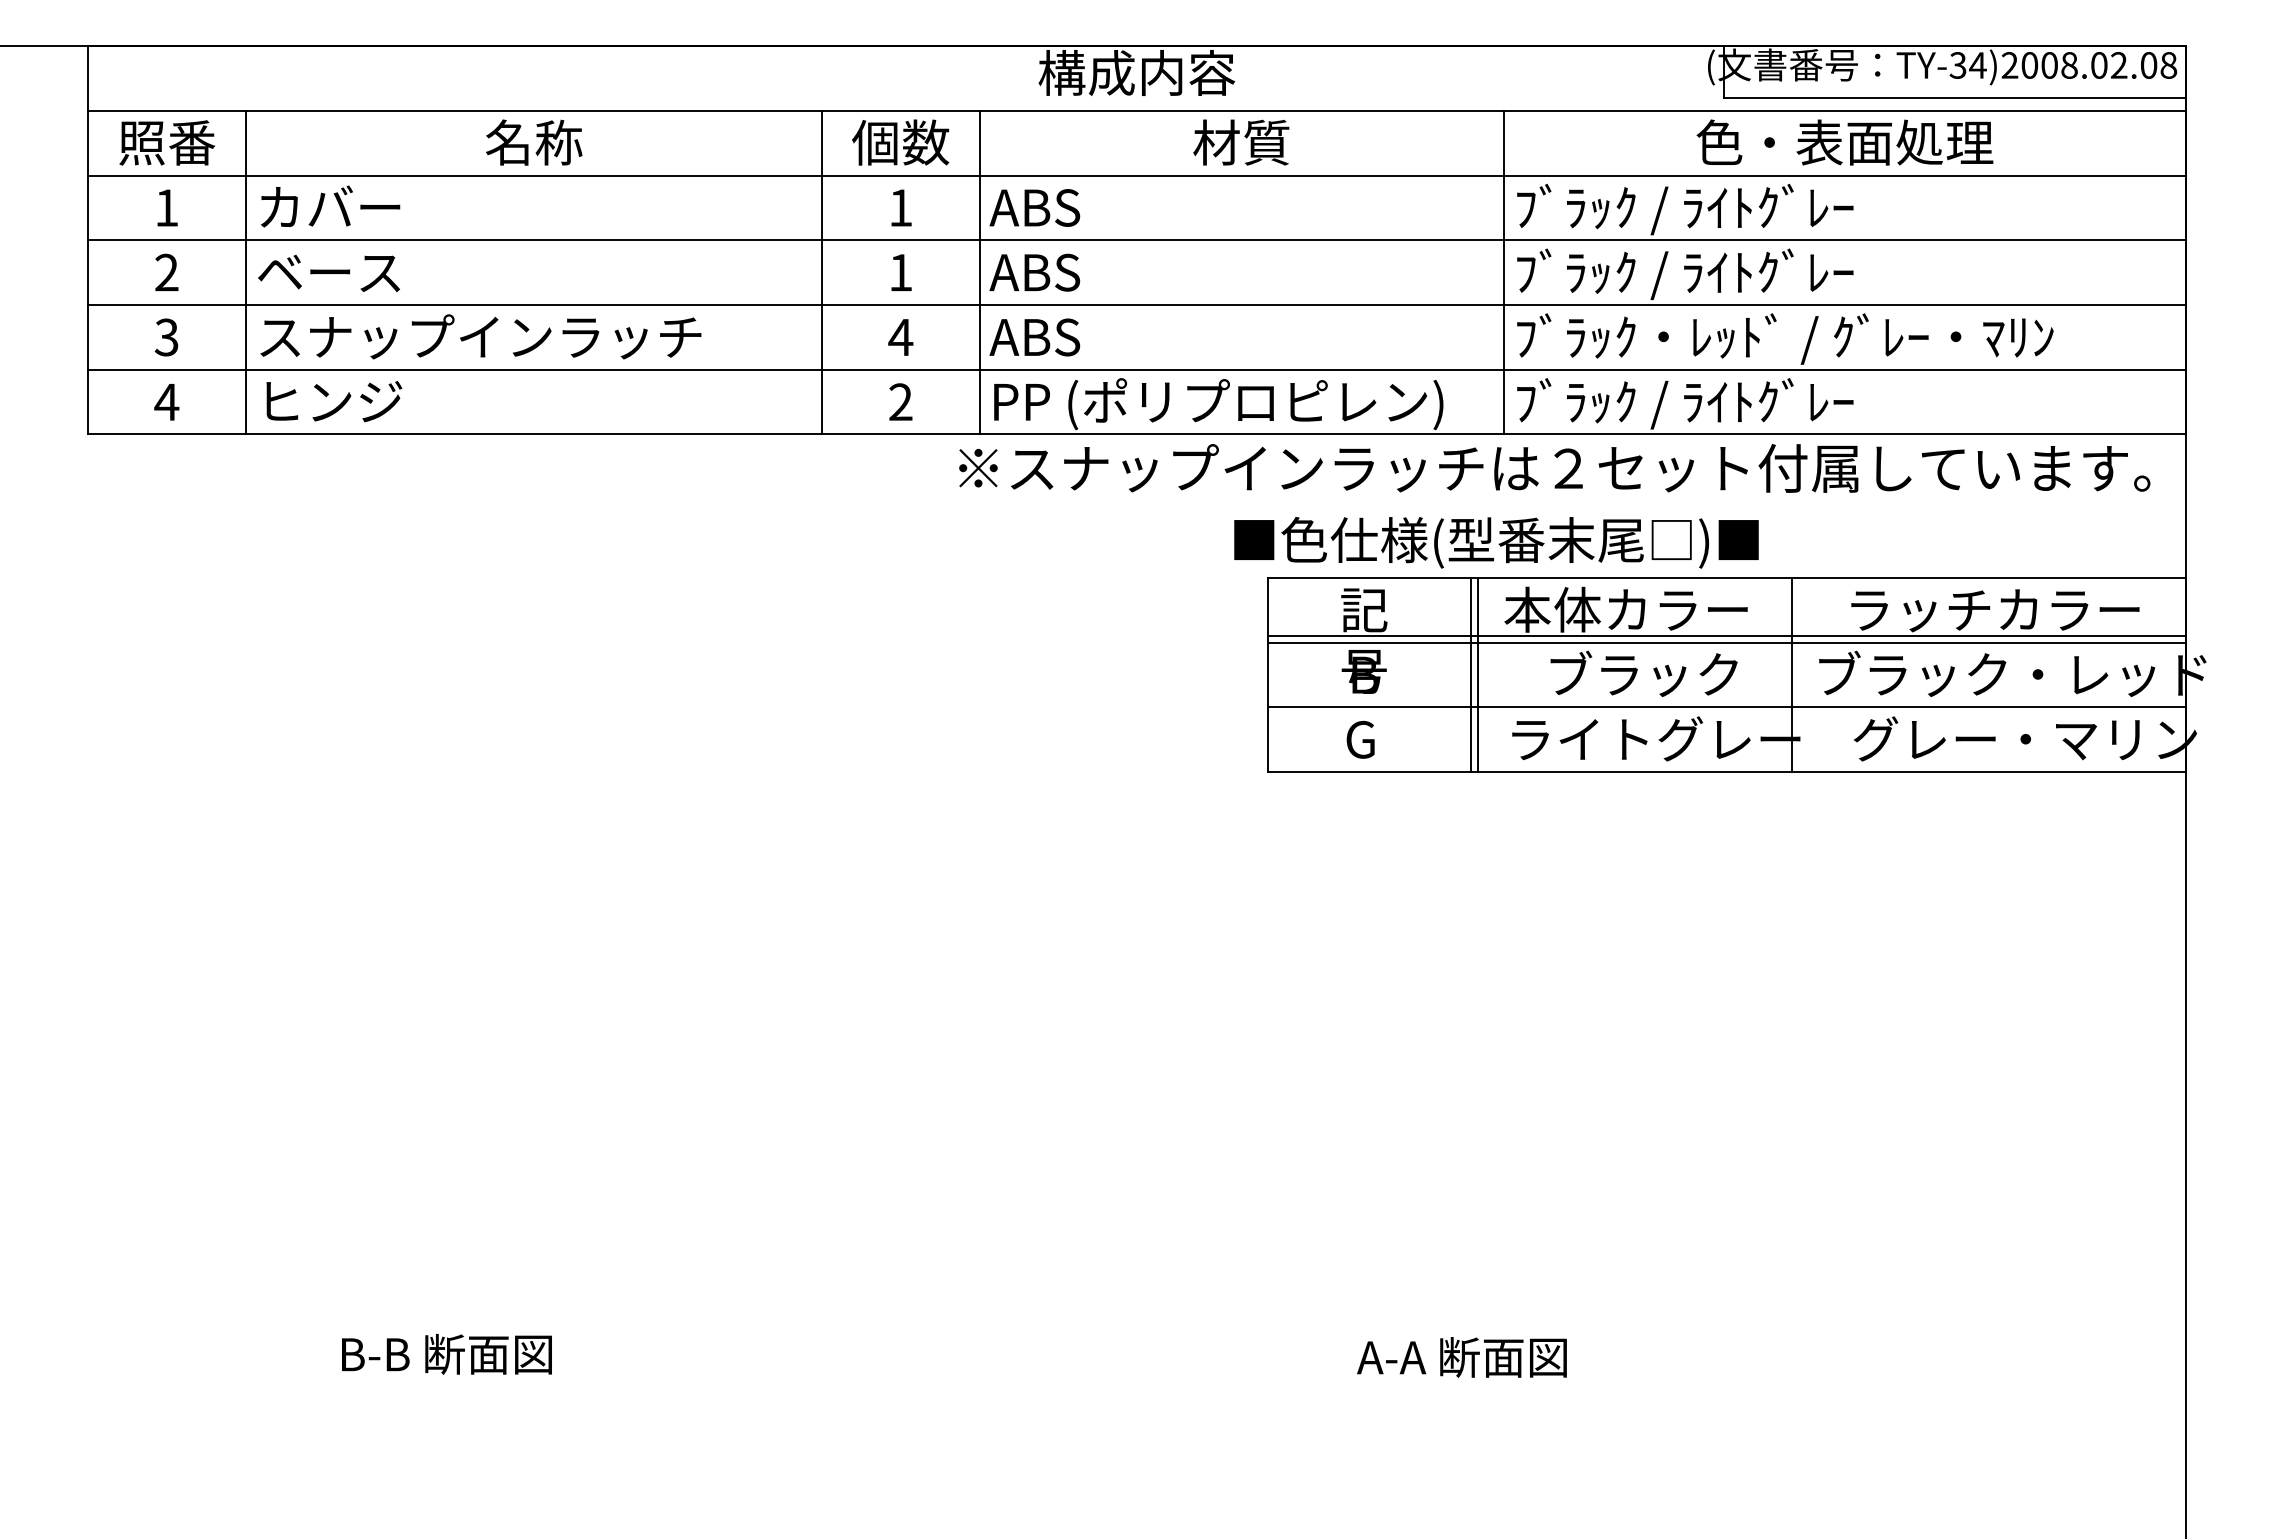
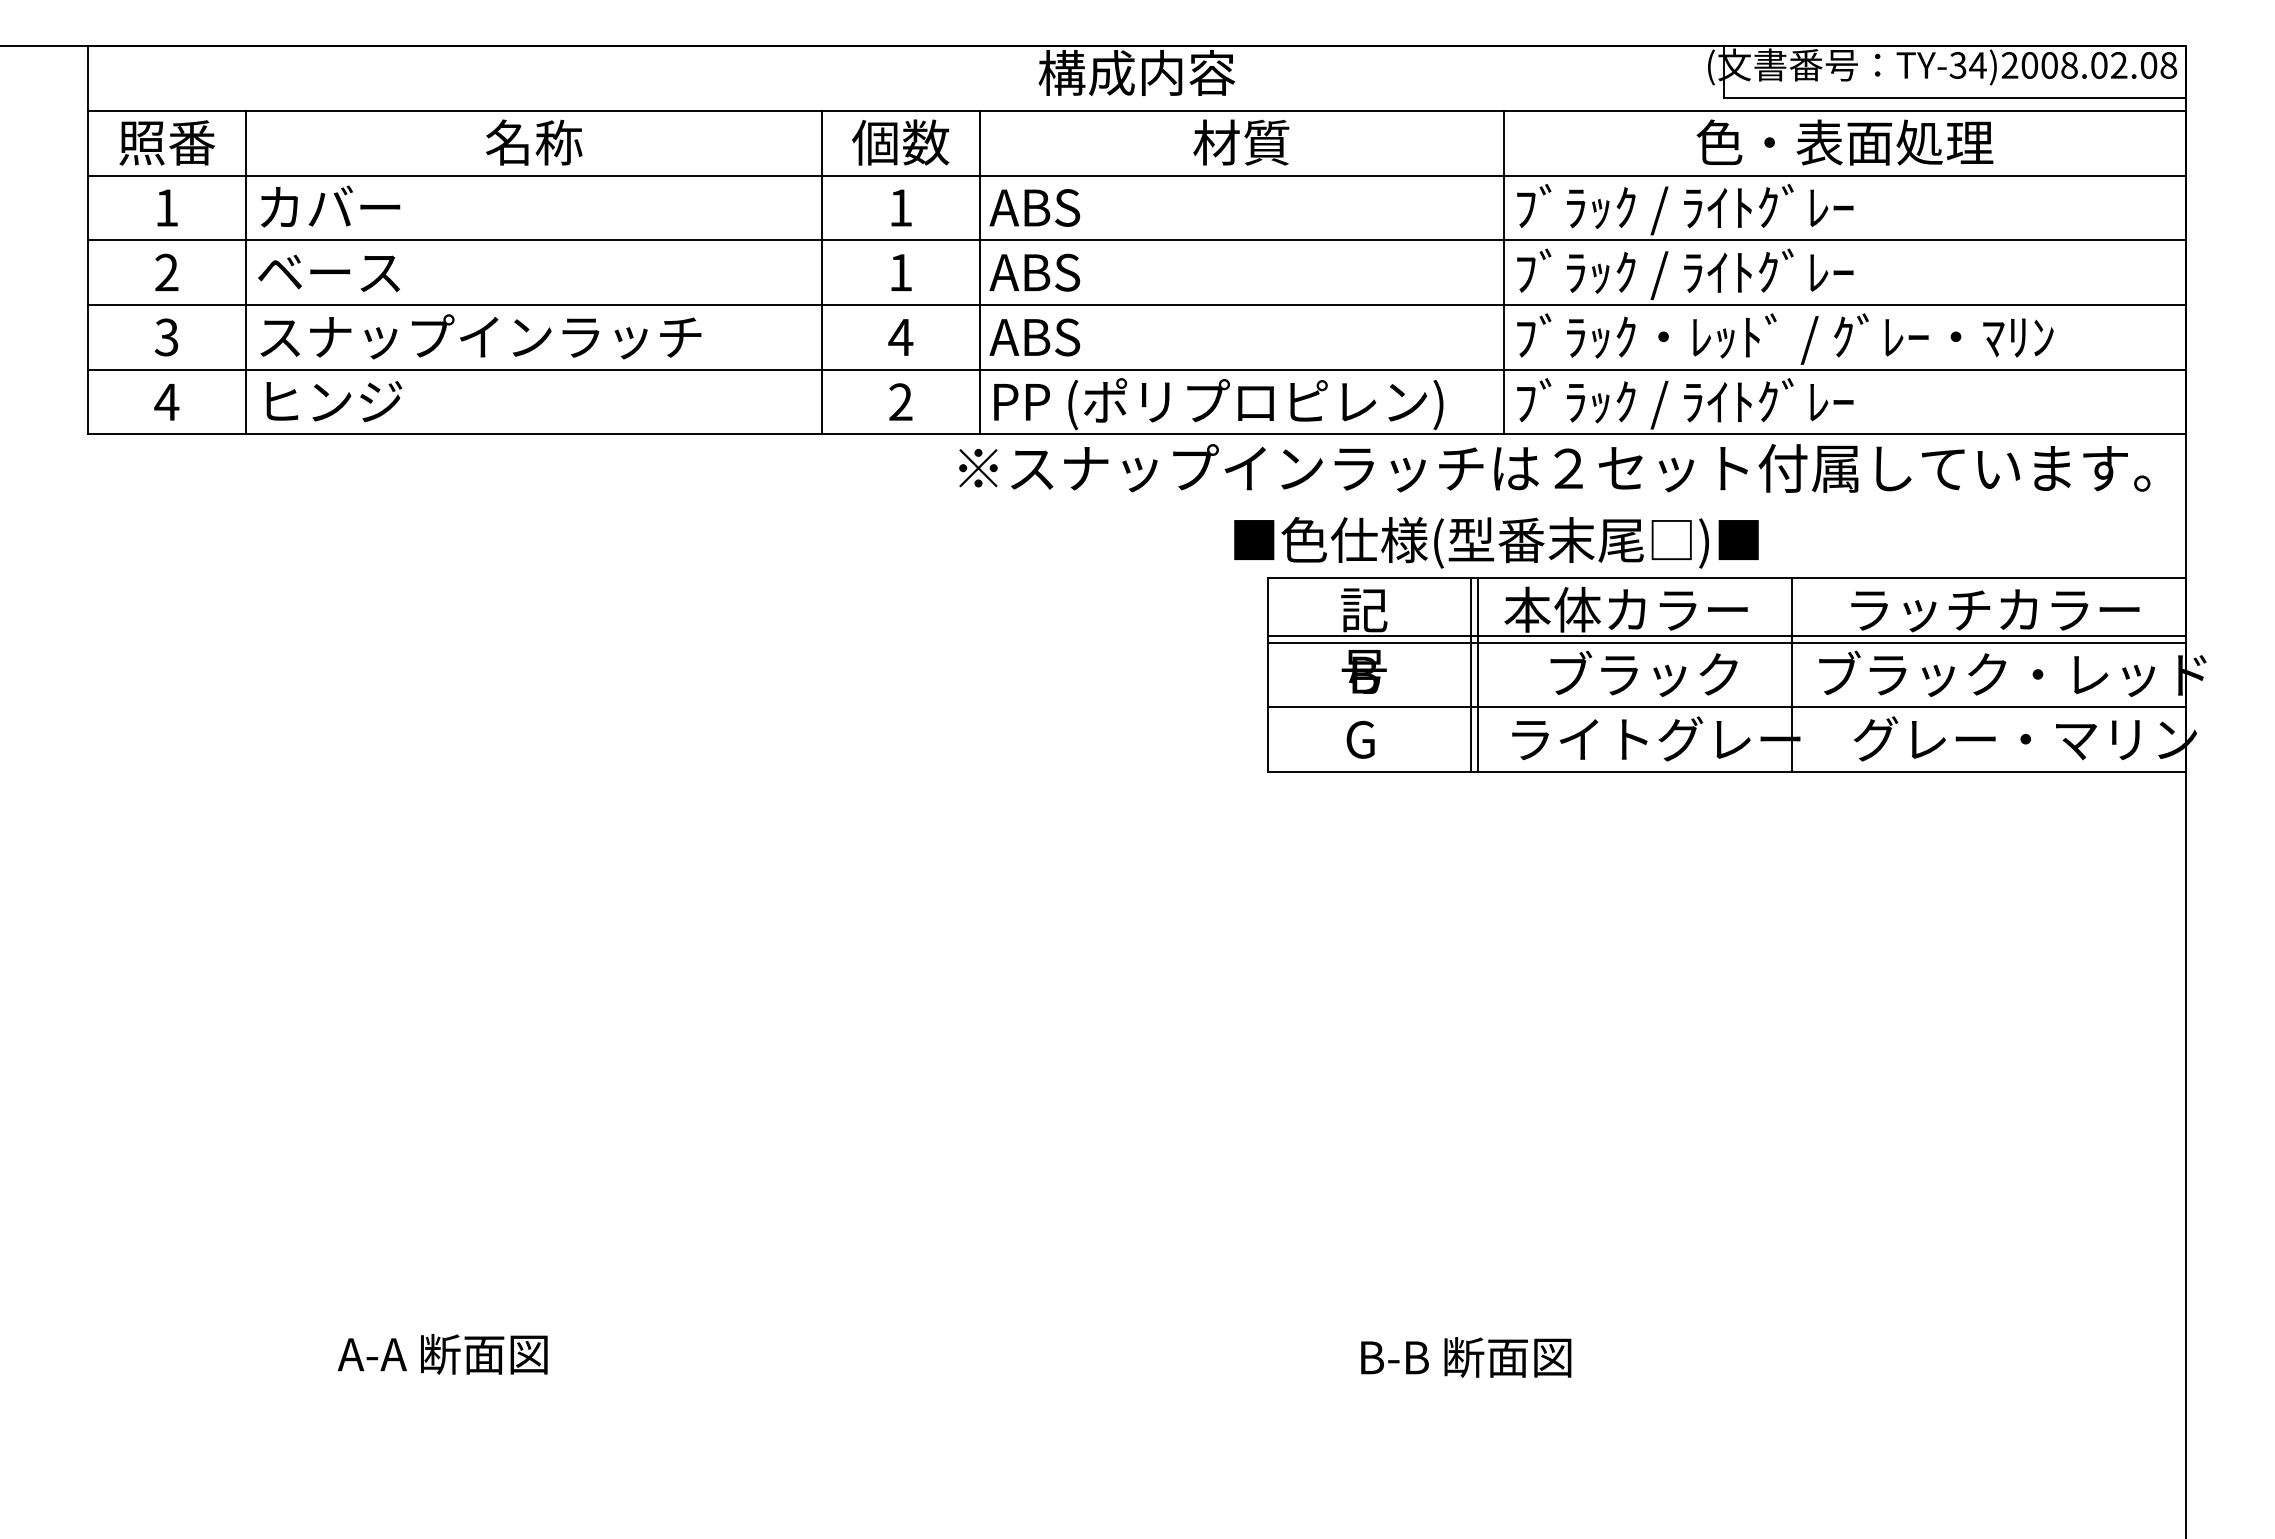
text at (444, 1354): B-B 断面図 -> A-A 断面図
text at (1464, 1357): A-A 断面図 -> B-B 断面図
